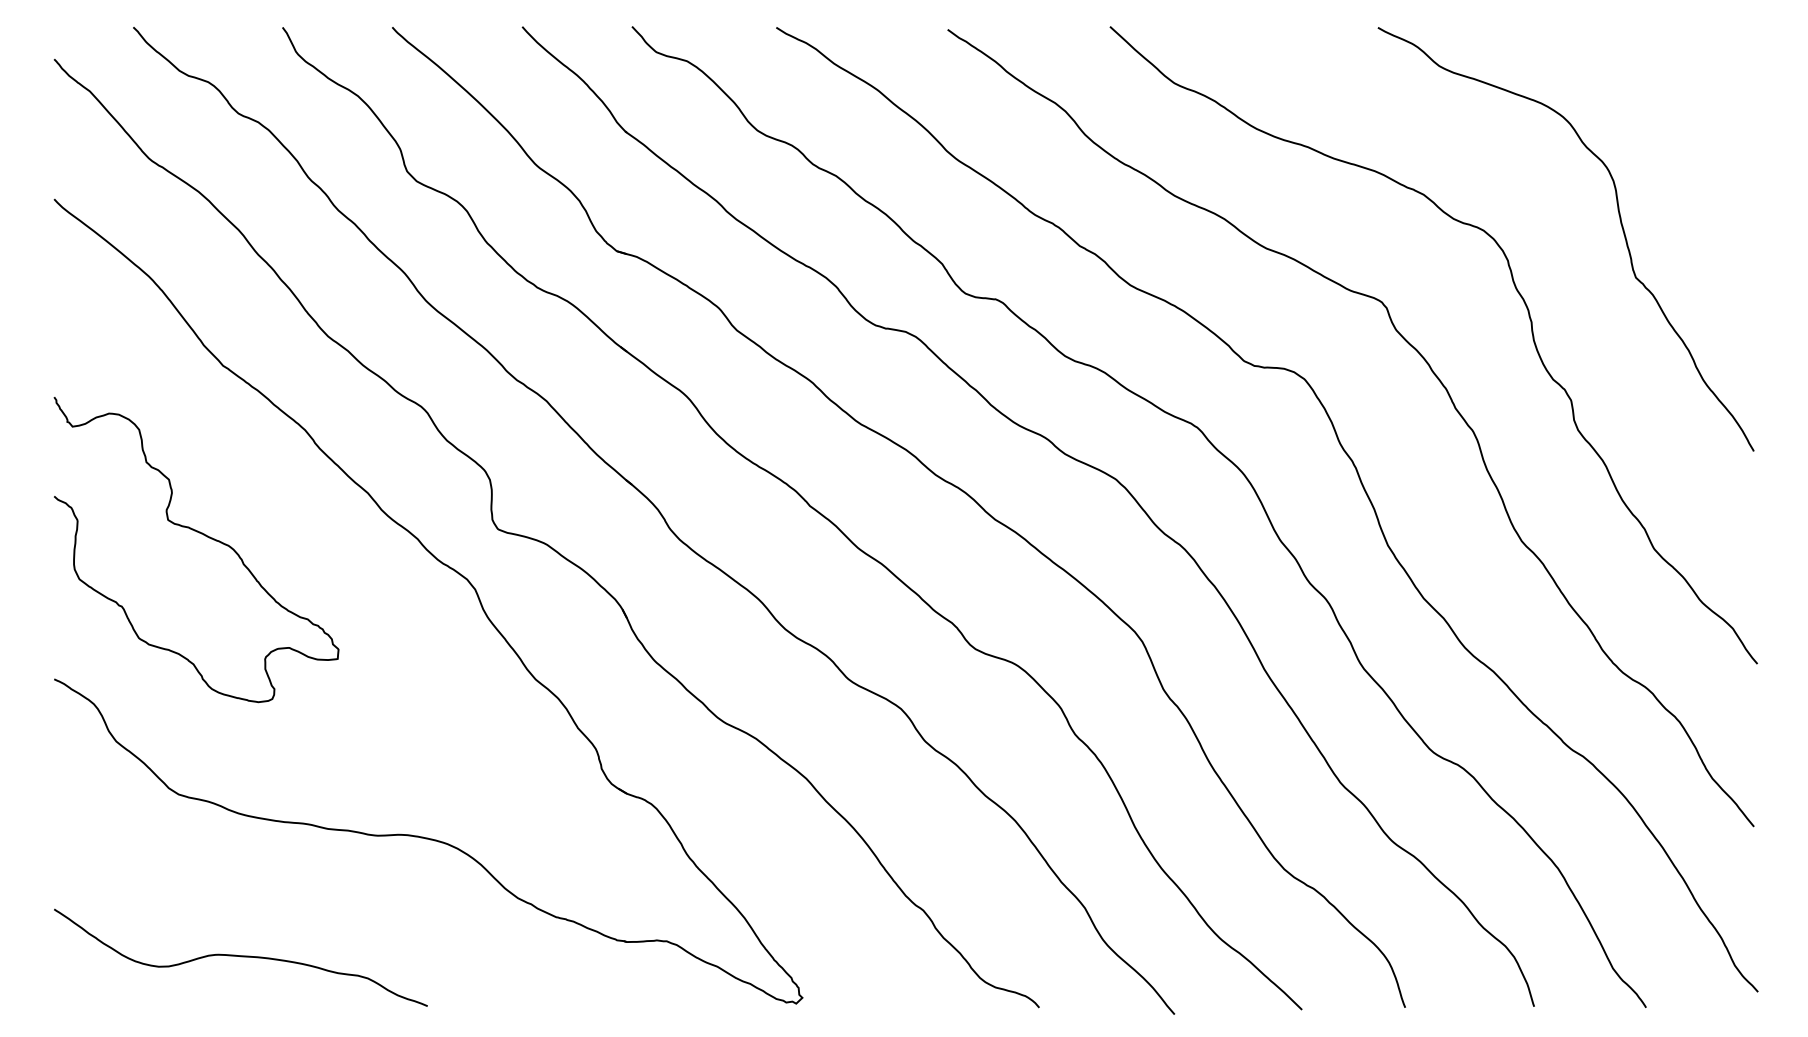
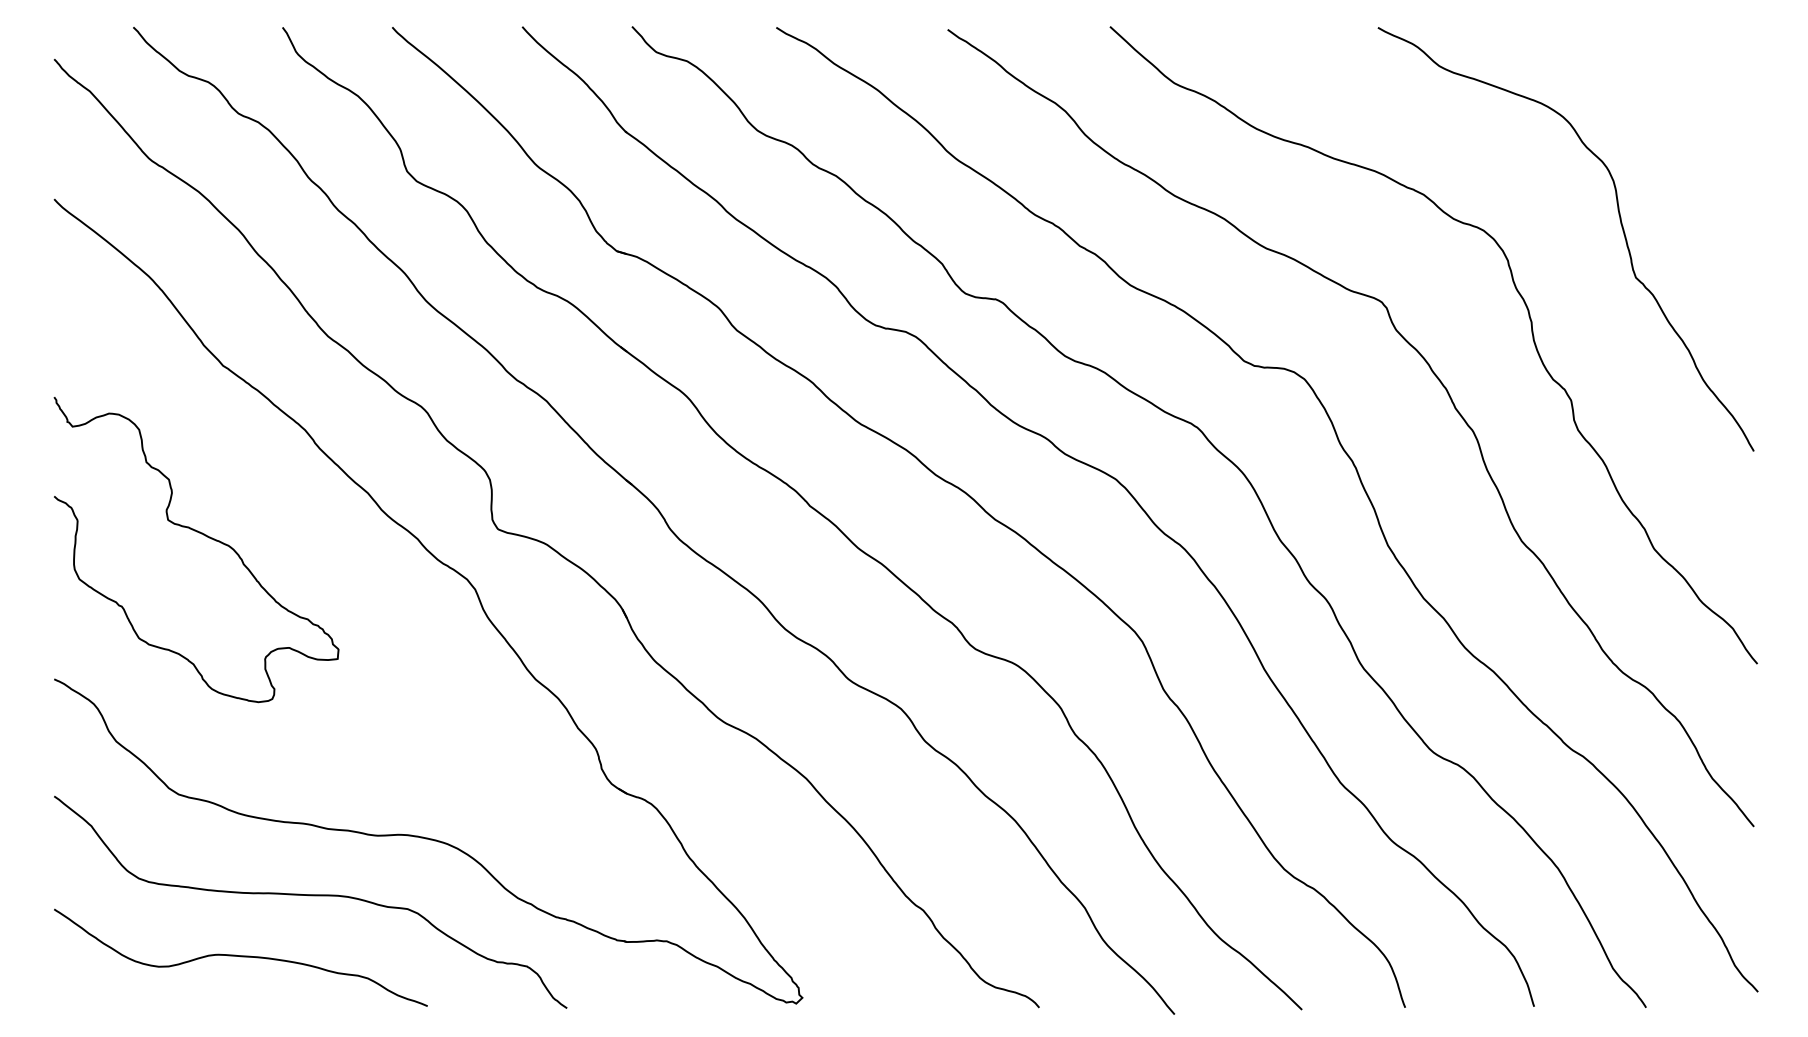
curve at (310, 896): none -> present
